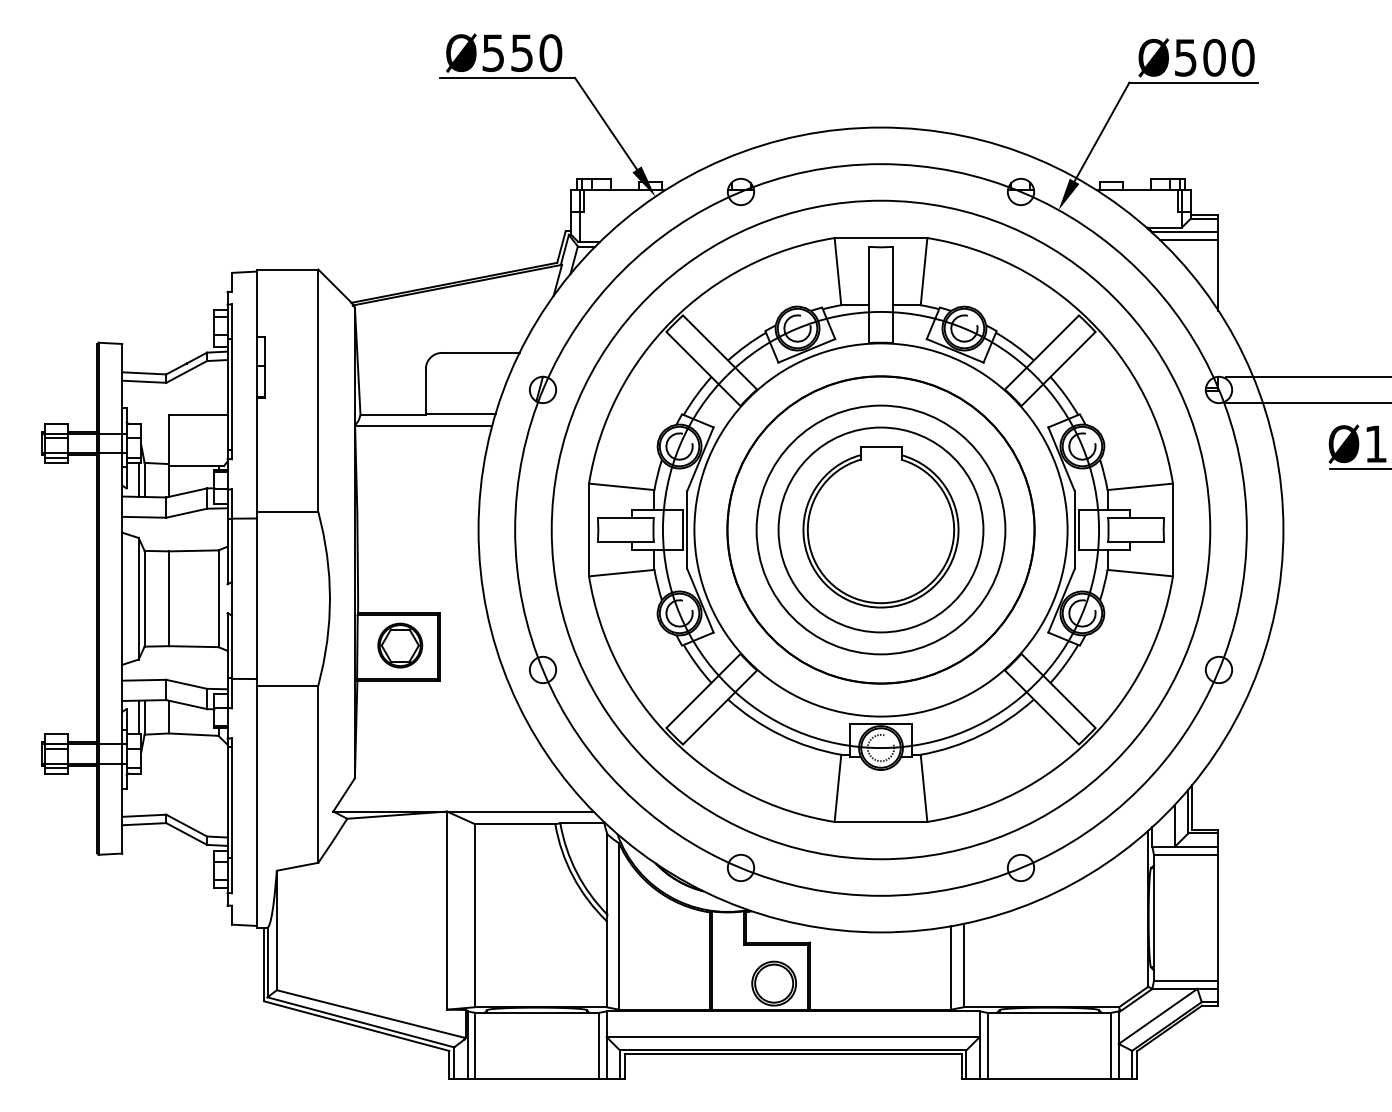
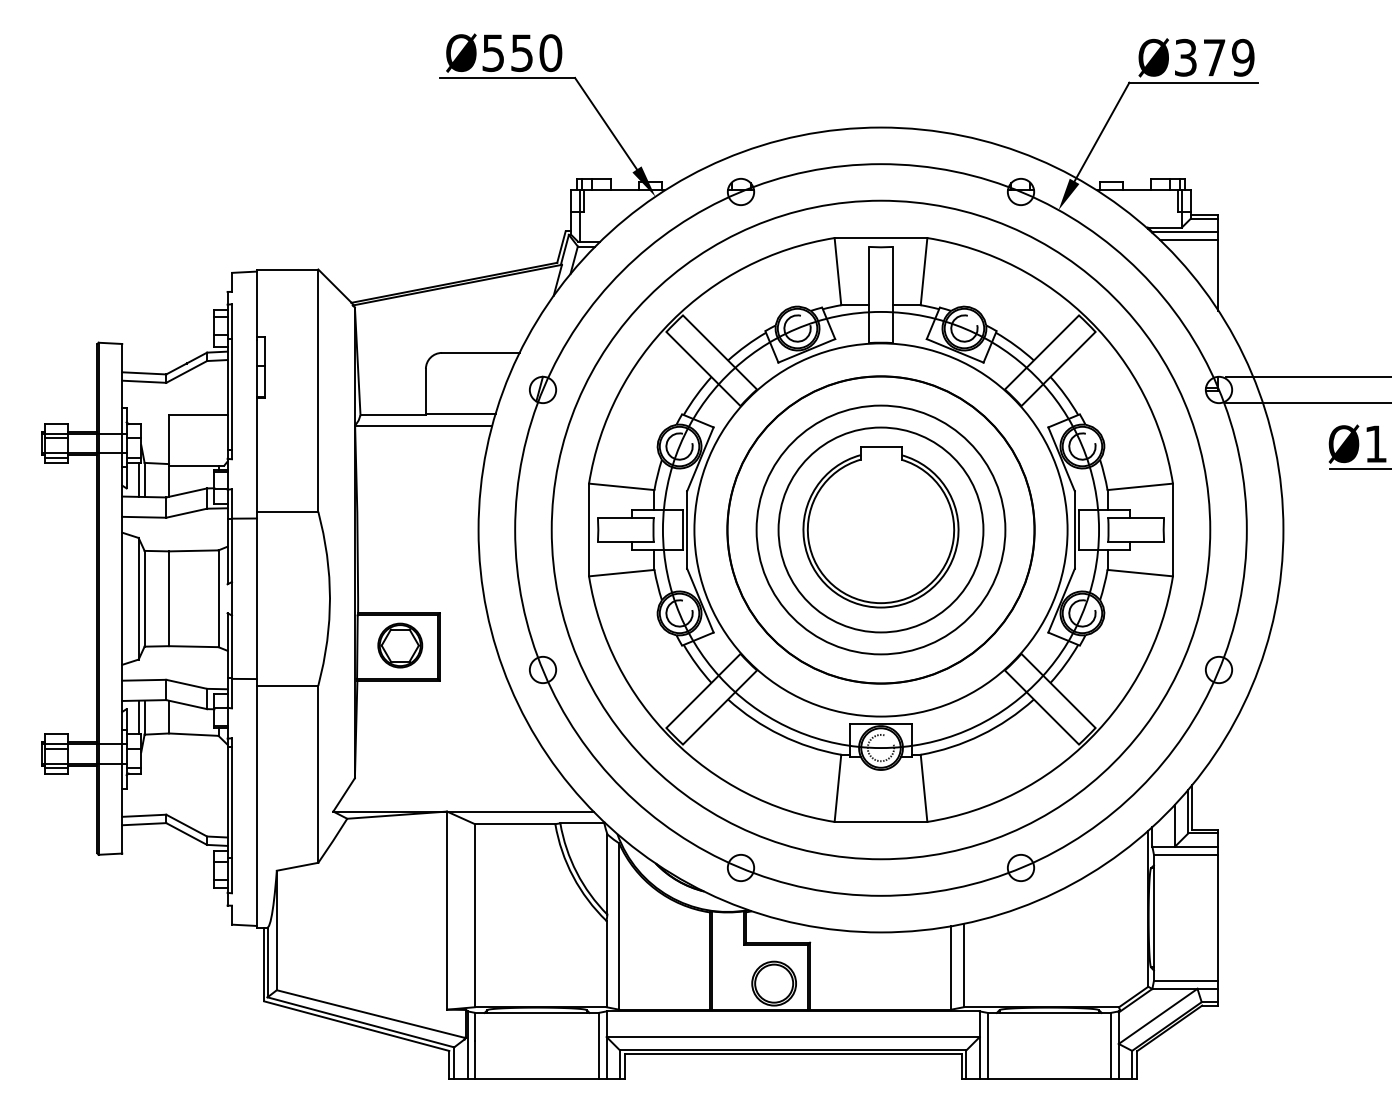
text at (1214, 57): Ø500 -> Ø379
